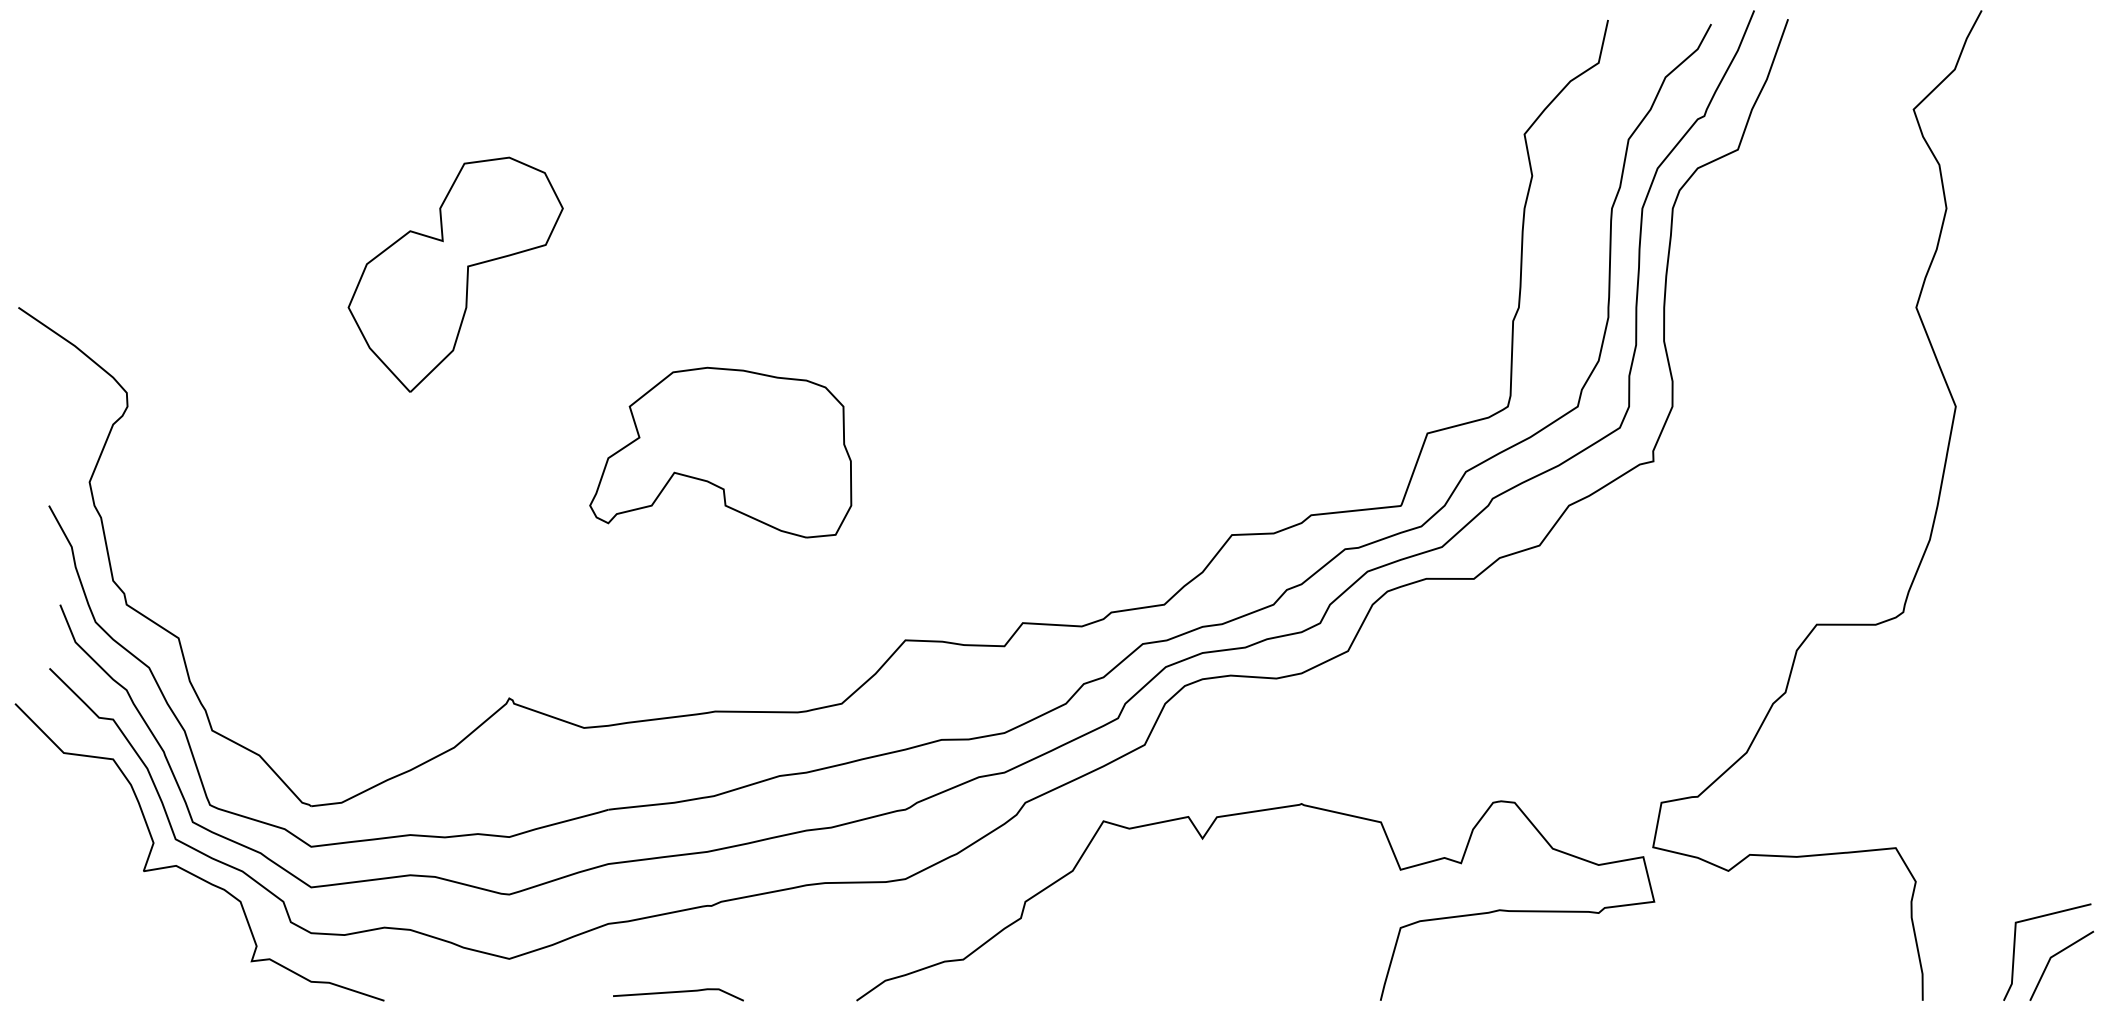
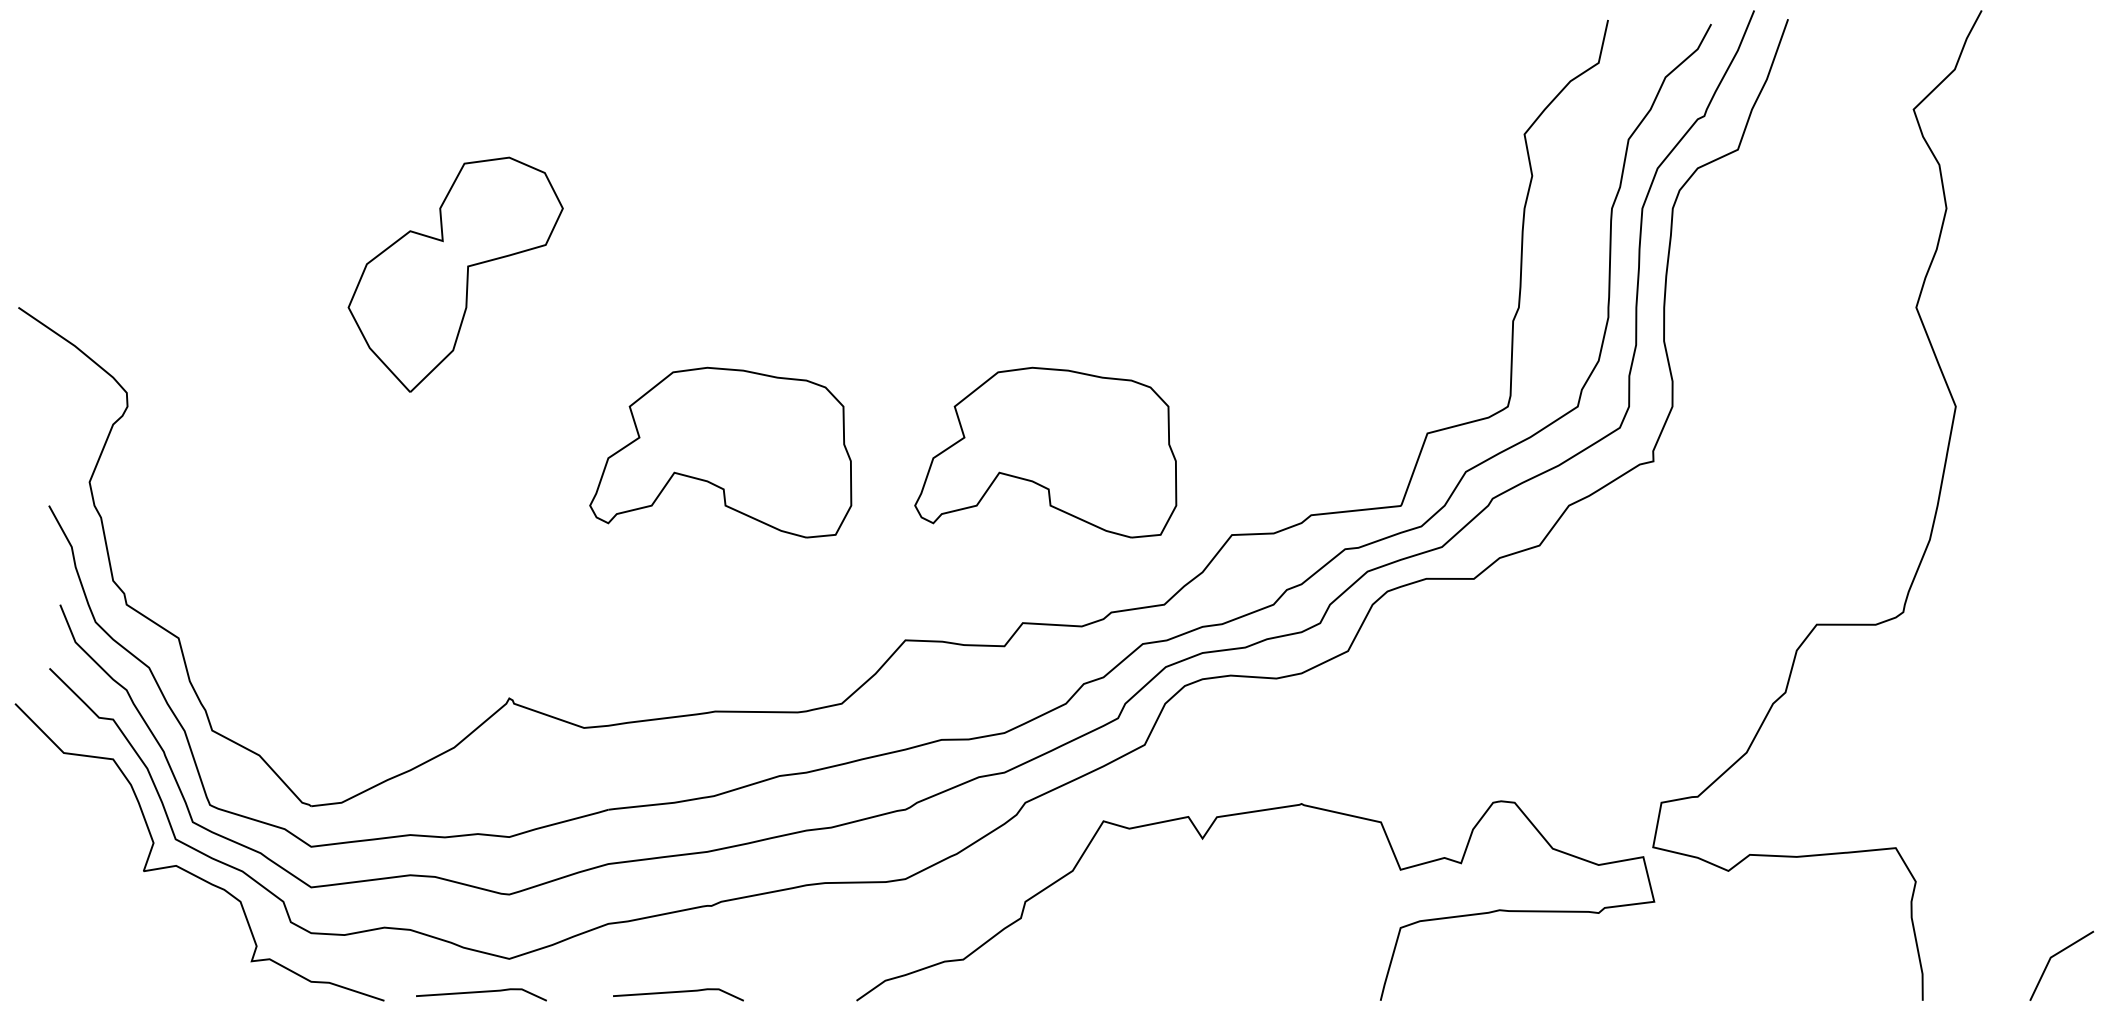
part at (1045, 452): none -> present
line at (2015, 947): present -> none
line at (481, 992): none -> present
